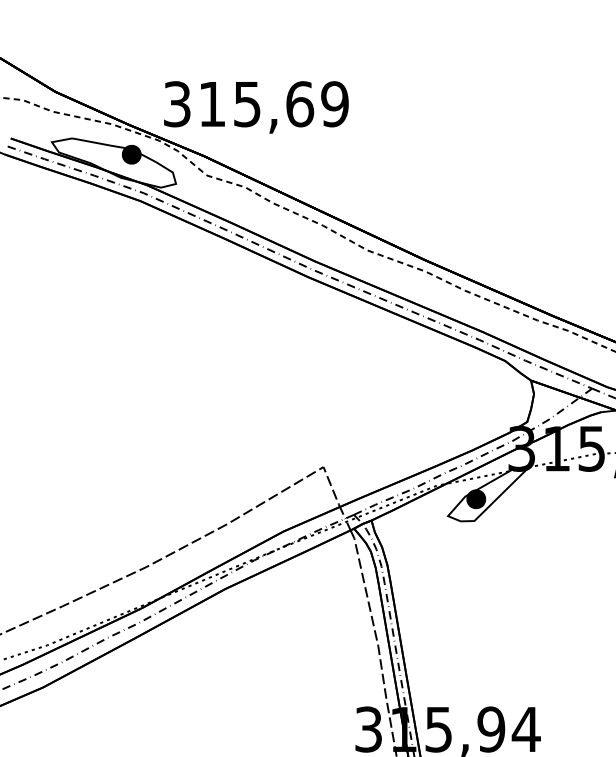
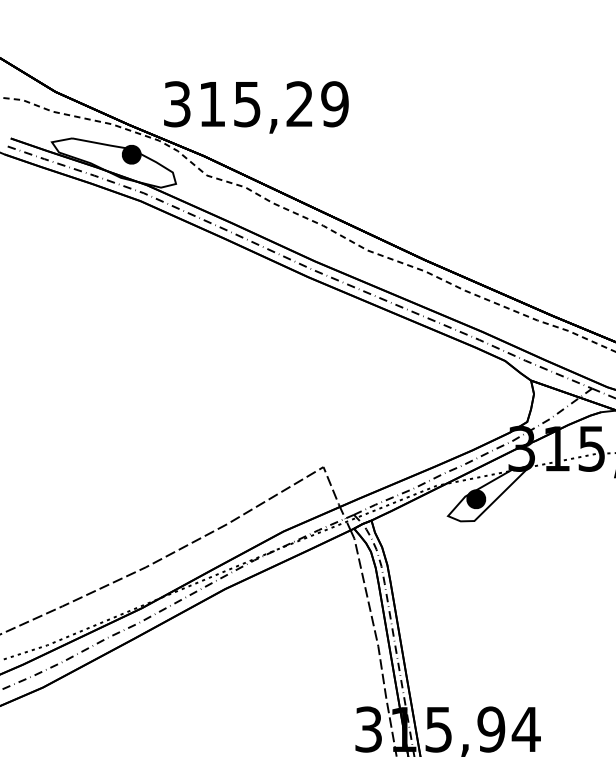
text at (300, 104): 315,69 -> 315,29
